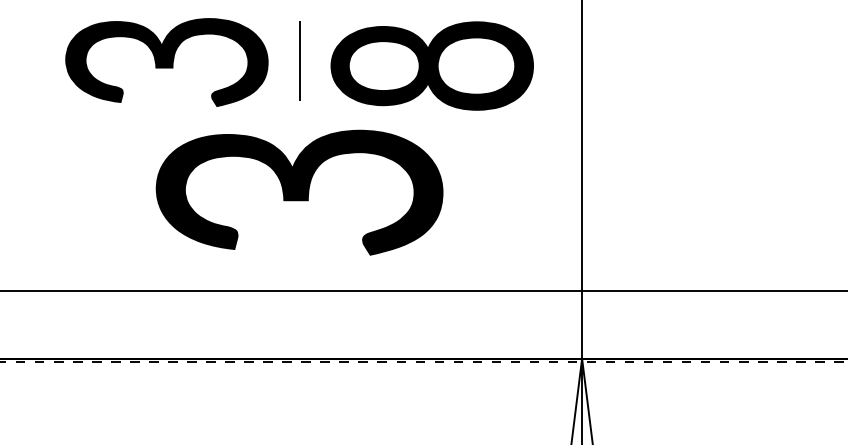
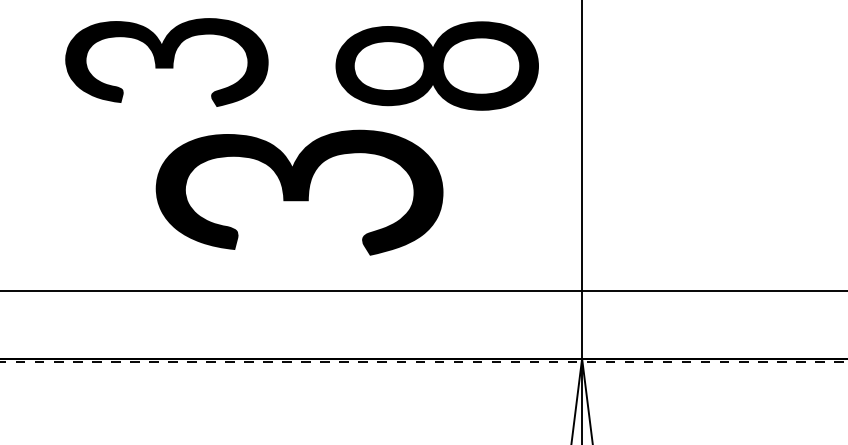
line at (299, 60): present -> none
text at (431, 65) position: (431, 65) -> (436, 65)
